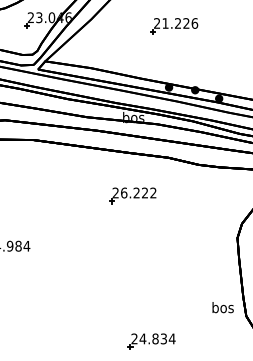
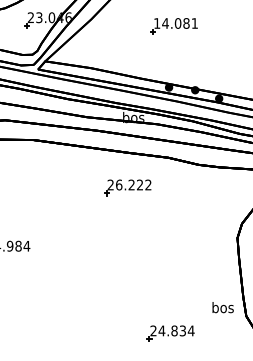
text at (176, 23): 21.226 -> 14.081
part at (132, 195) position: (132, 195) -> (127, 187)
part at (151, 341) position: (151, 341) -> (170, 333)
